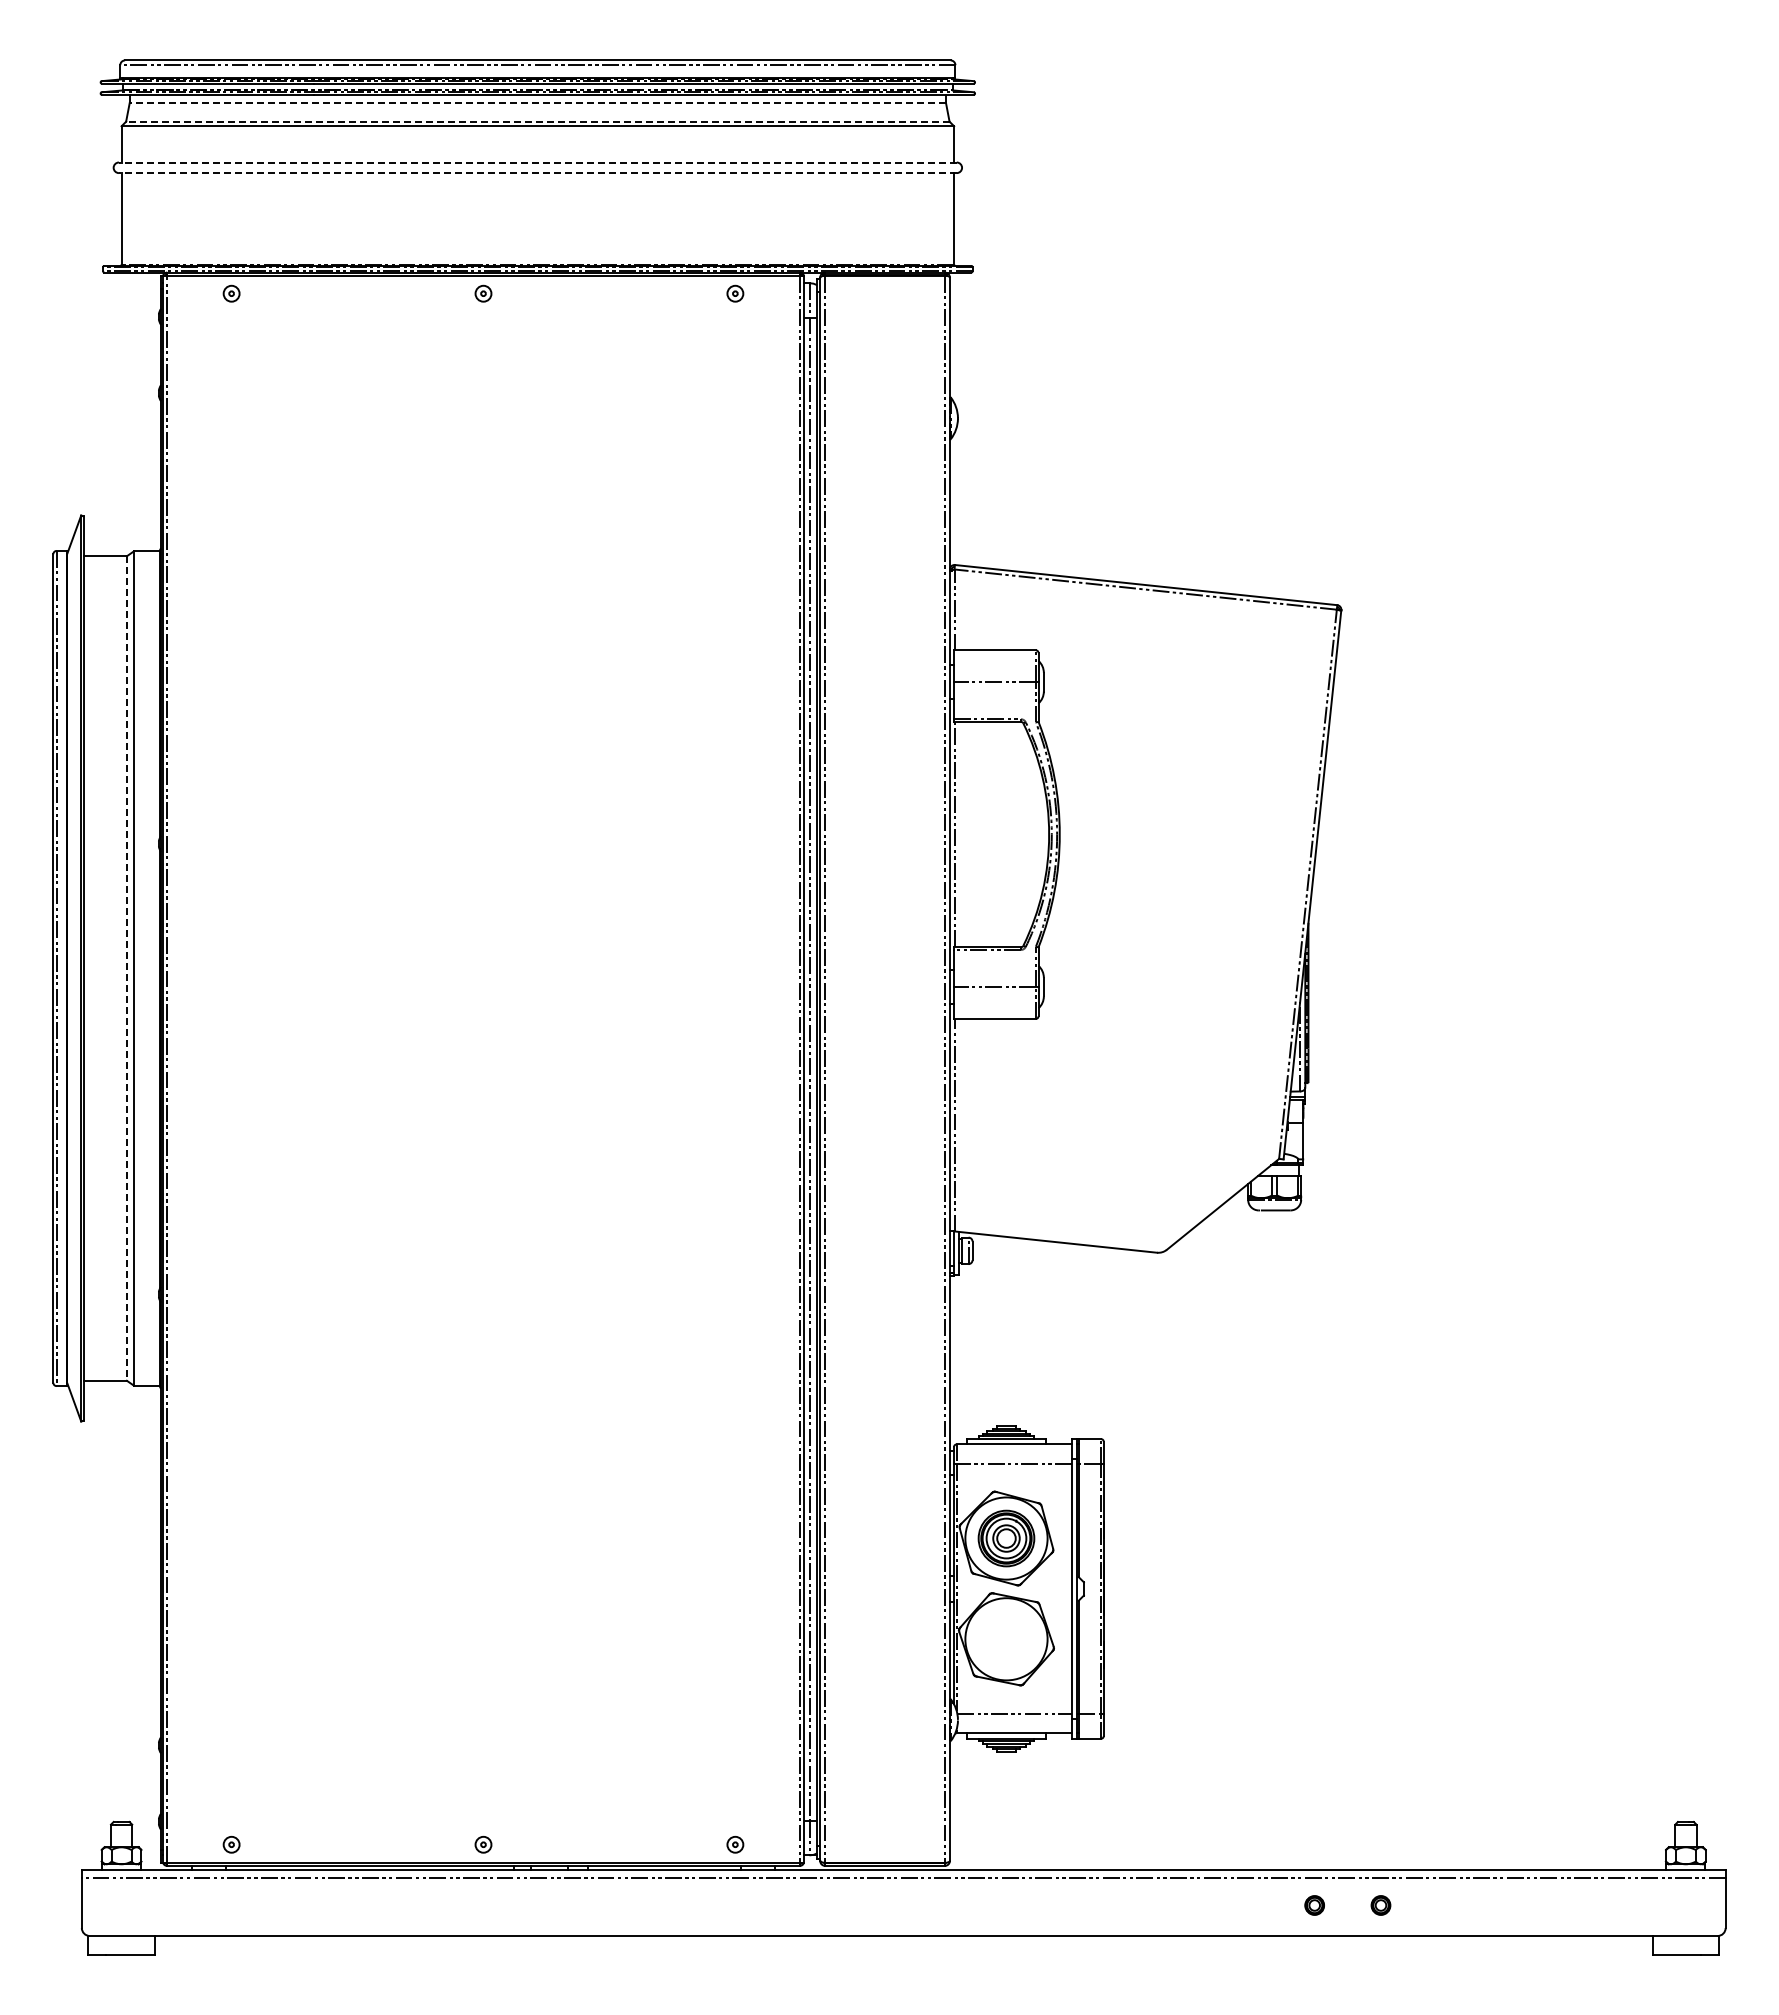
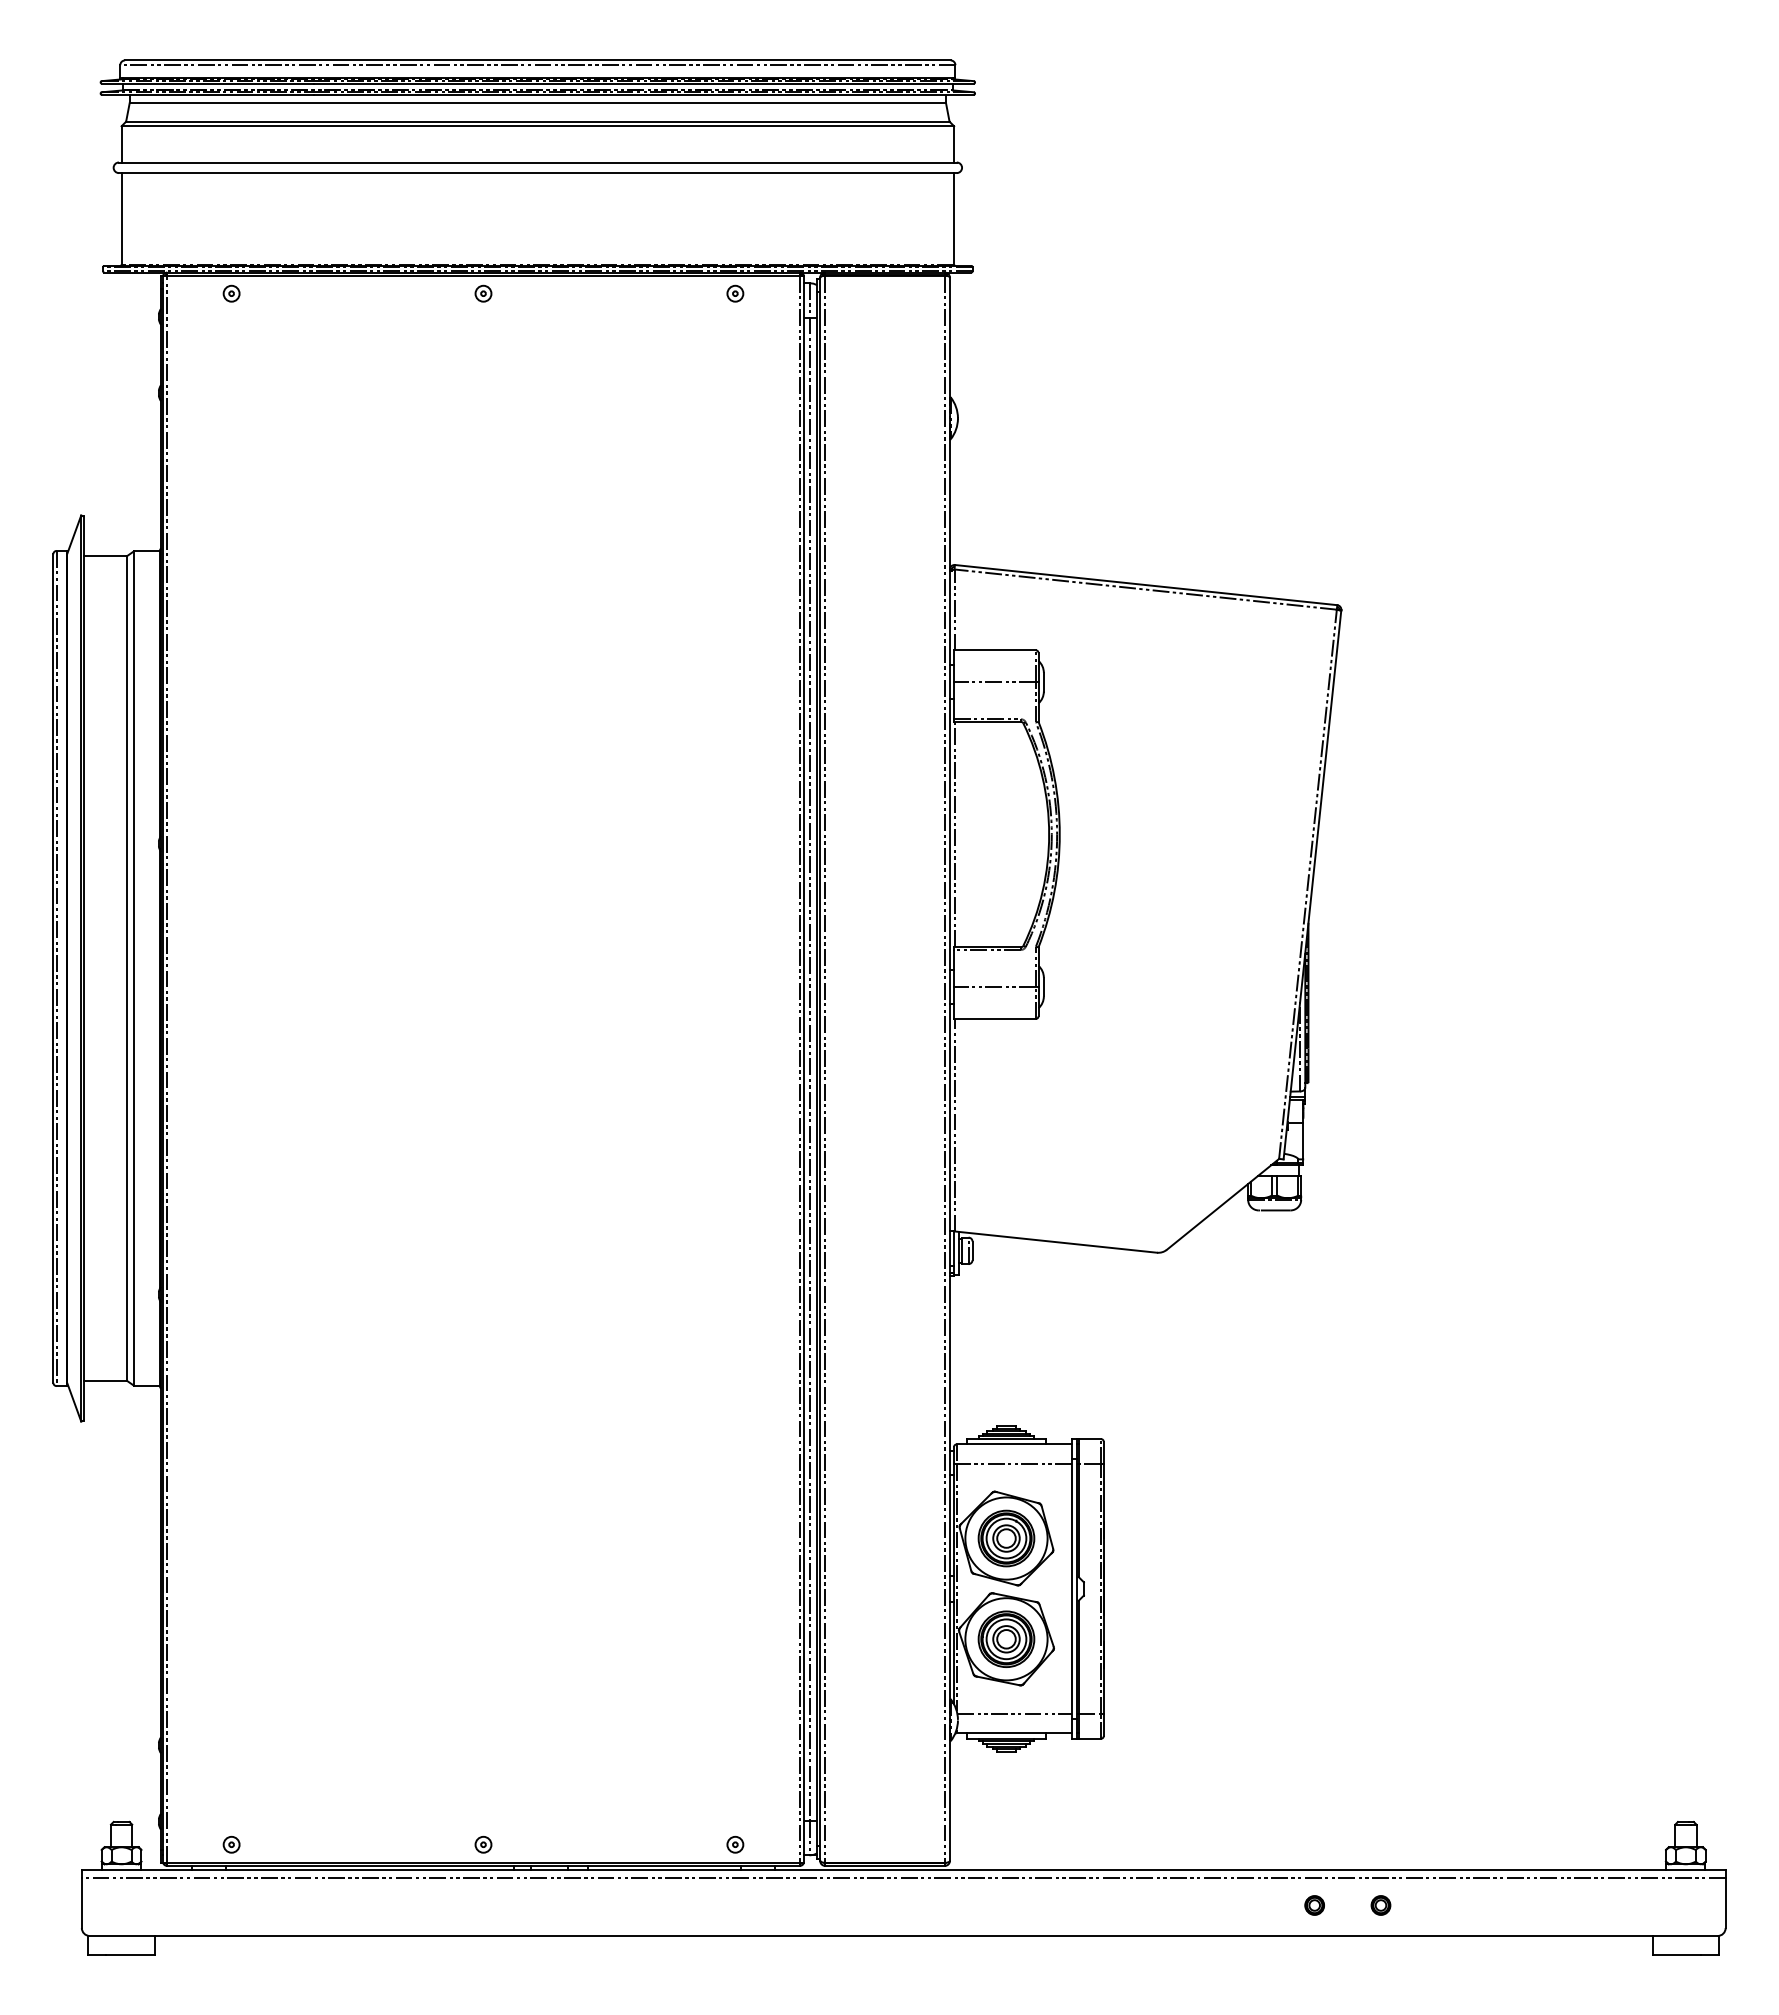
line at (537, 102): dashed -> solid
line at (537, 121): dashed -> solid
line at (537, 162): dashed -> solid
line at (537, 173): dashed -> solid
line at (126, 969): dashed -> solid
part at (1006, 1638): none -> present
